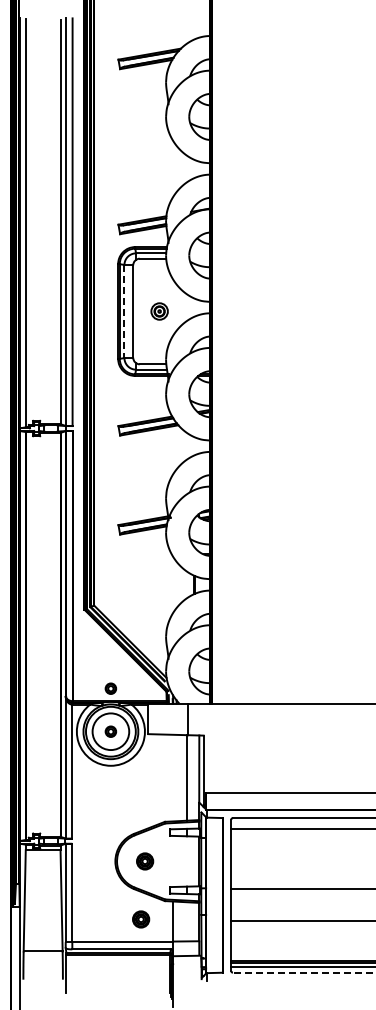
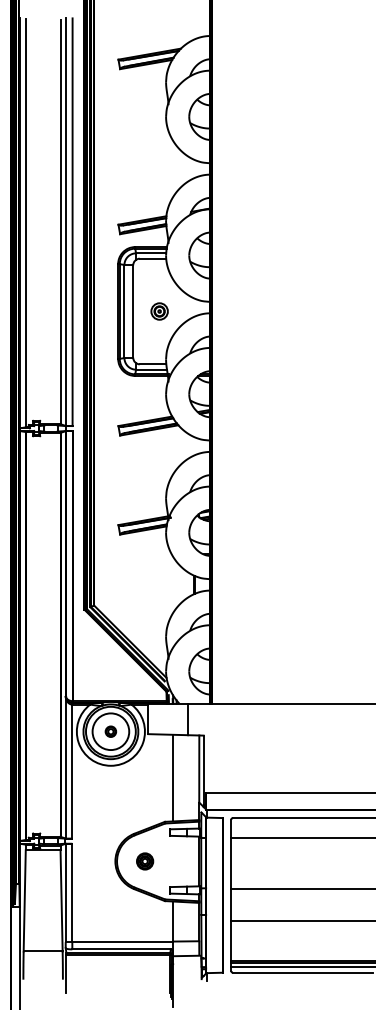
line at (124, 311): dashed -> solid
part at (110, 688): present -> none
line at (187, 777) position: (187, 777) -> (173, 777)
line at (301, 829) position: (301, 829) -> (301, 838)
part at (141, 919): present -> none
line at (302, 972): dashed -> solid
